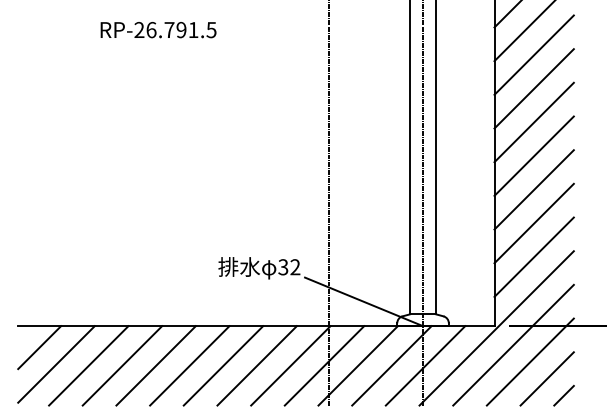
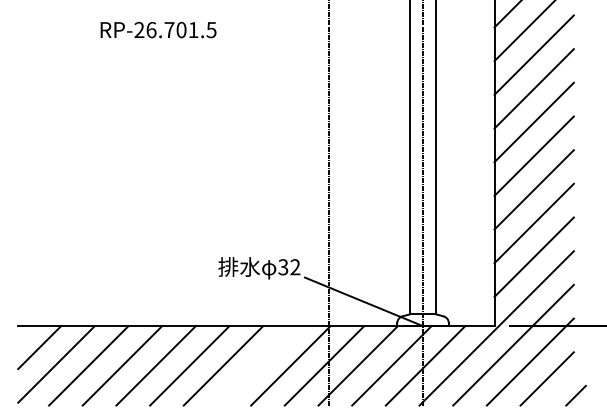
text at (181, 30): RP-26.791.5 -> RP-26.701.5
line at (256, 365): present -> none
line at (563, 395) position: (563, 395) -> (575, 395)
